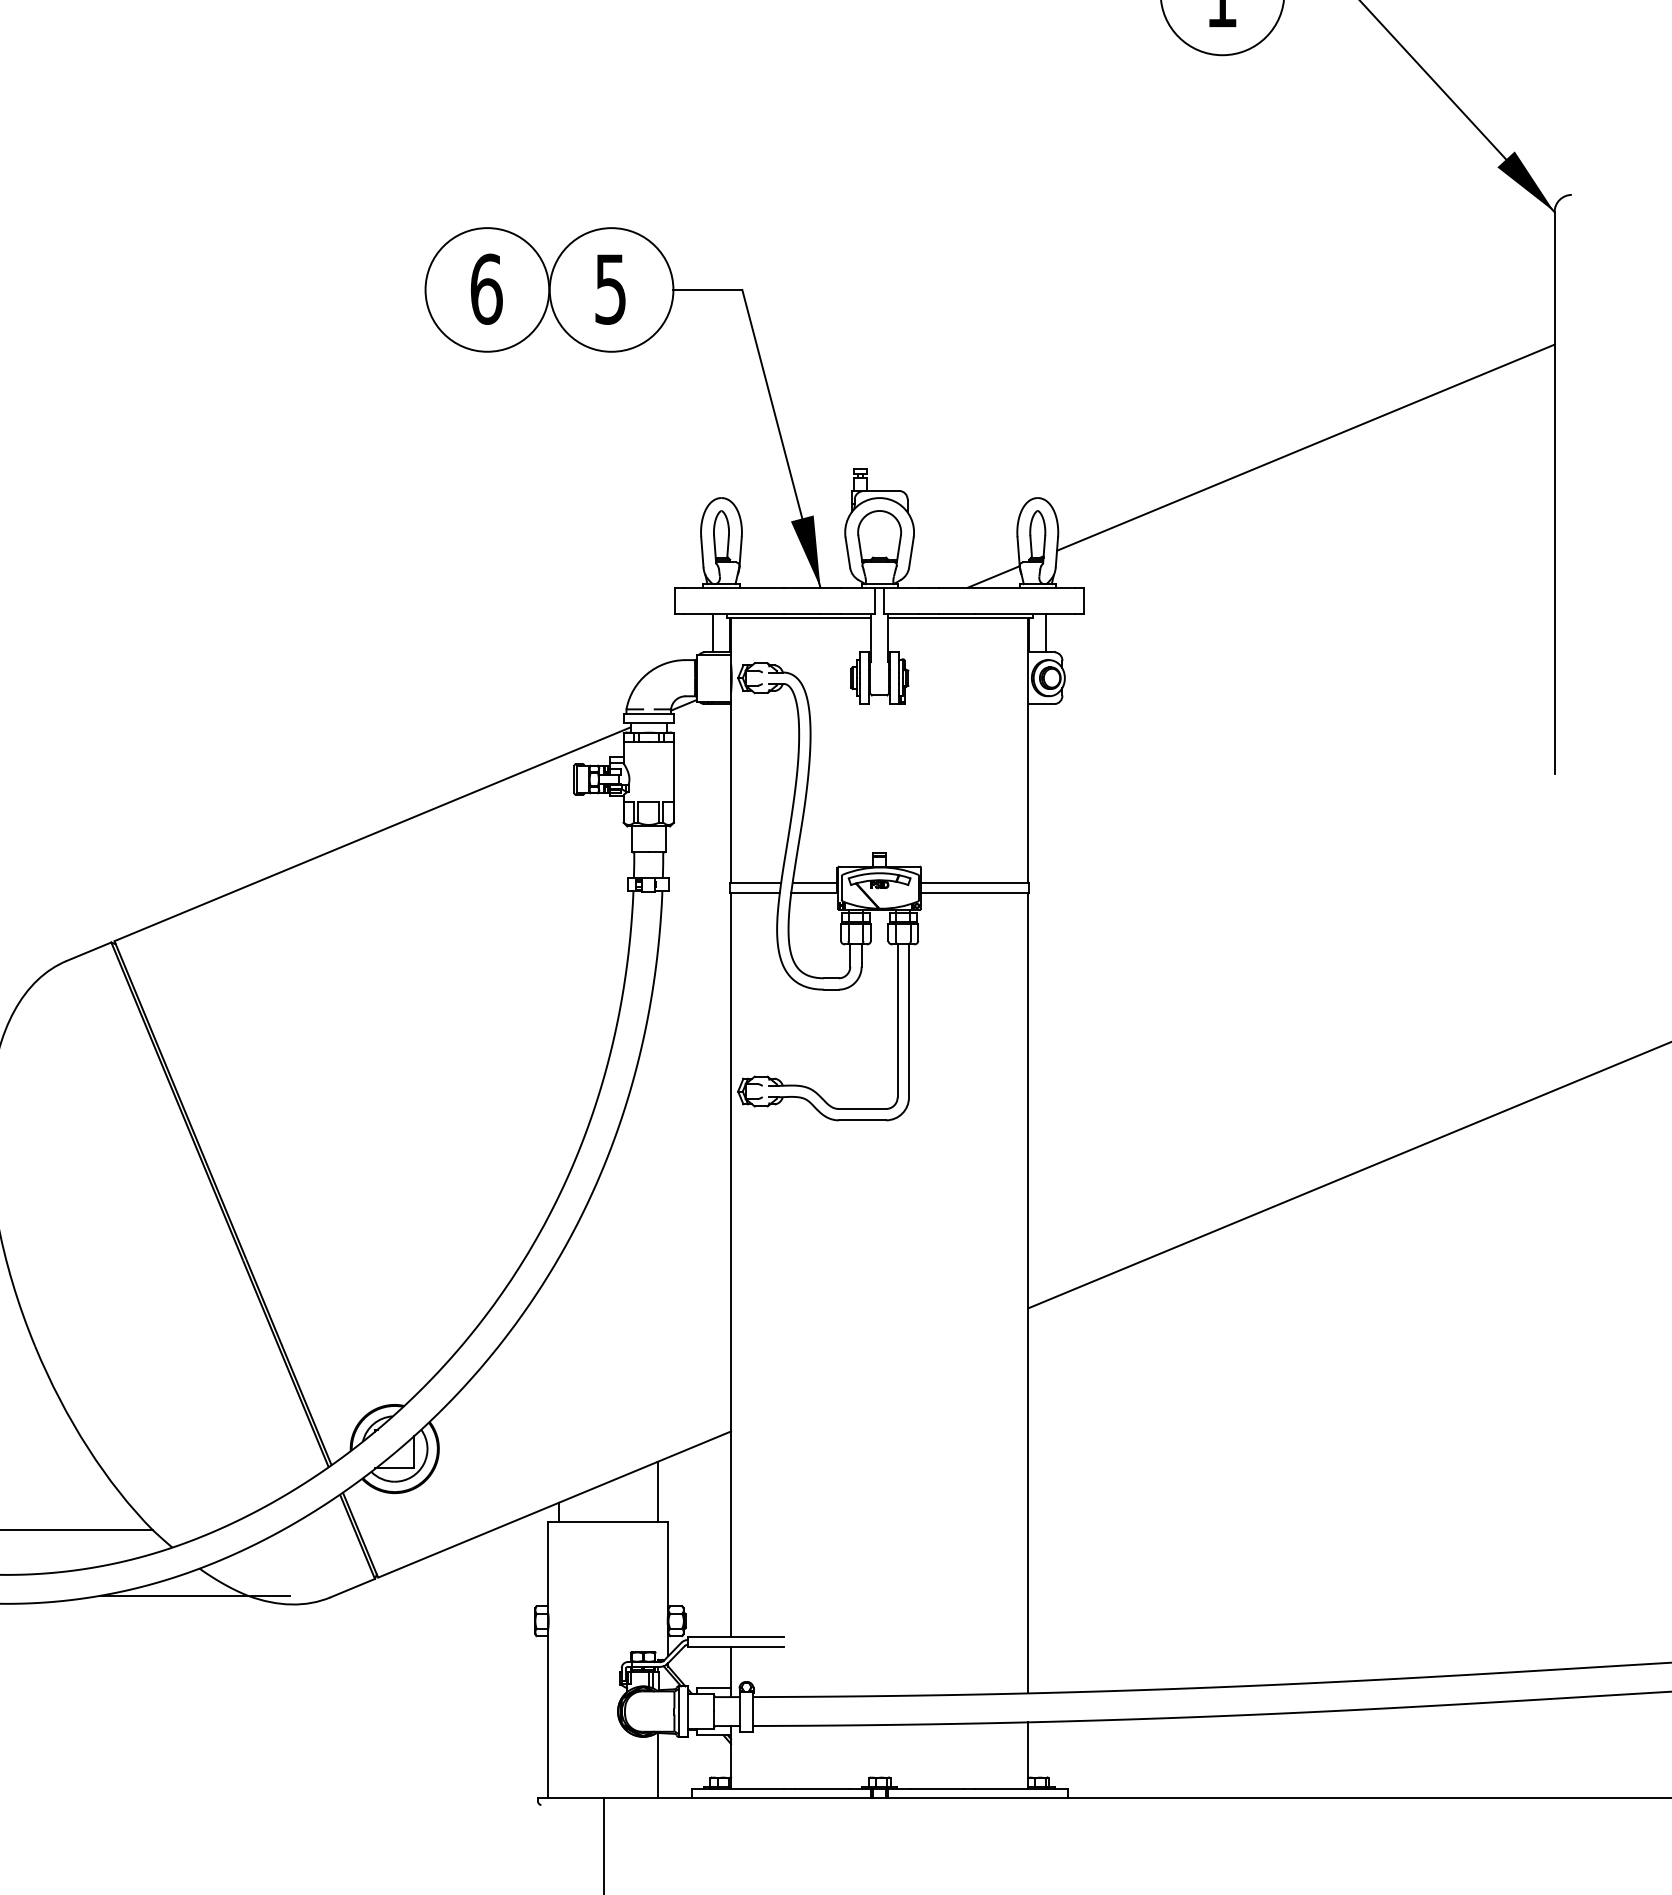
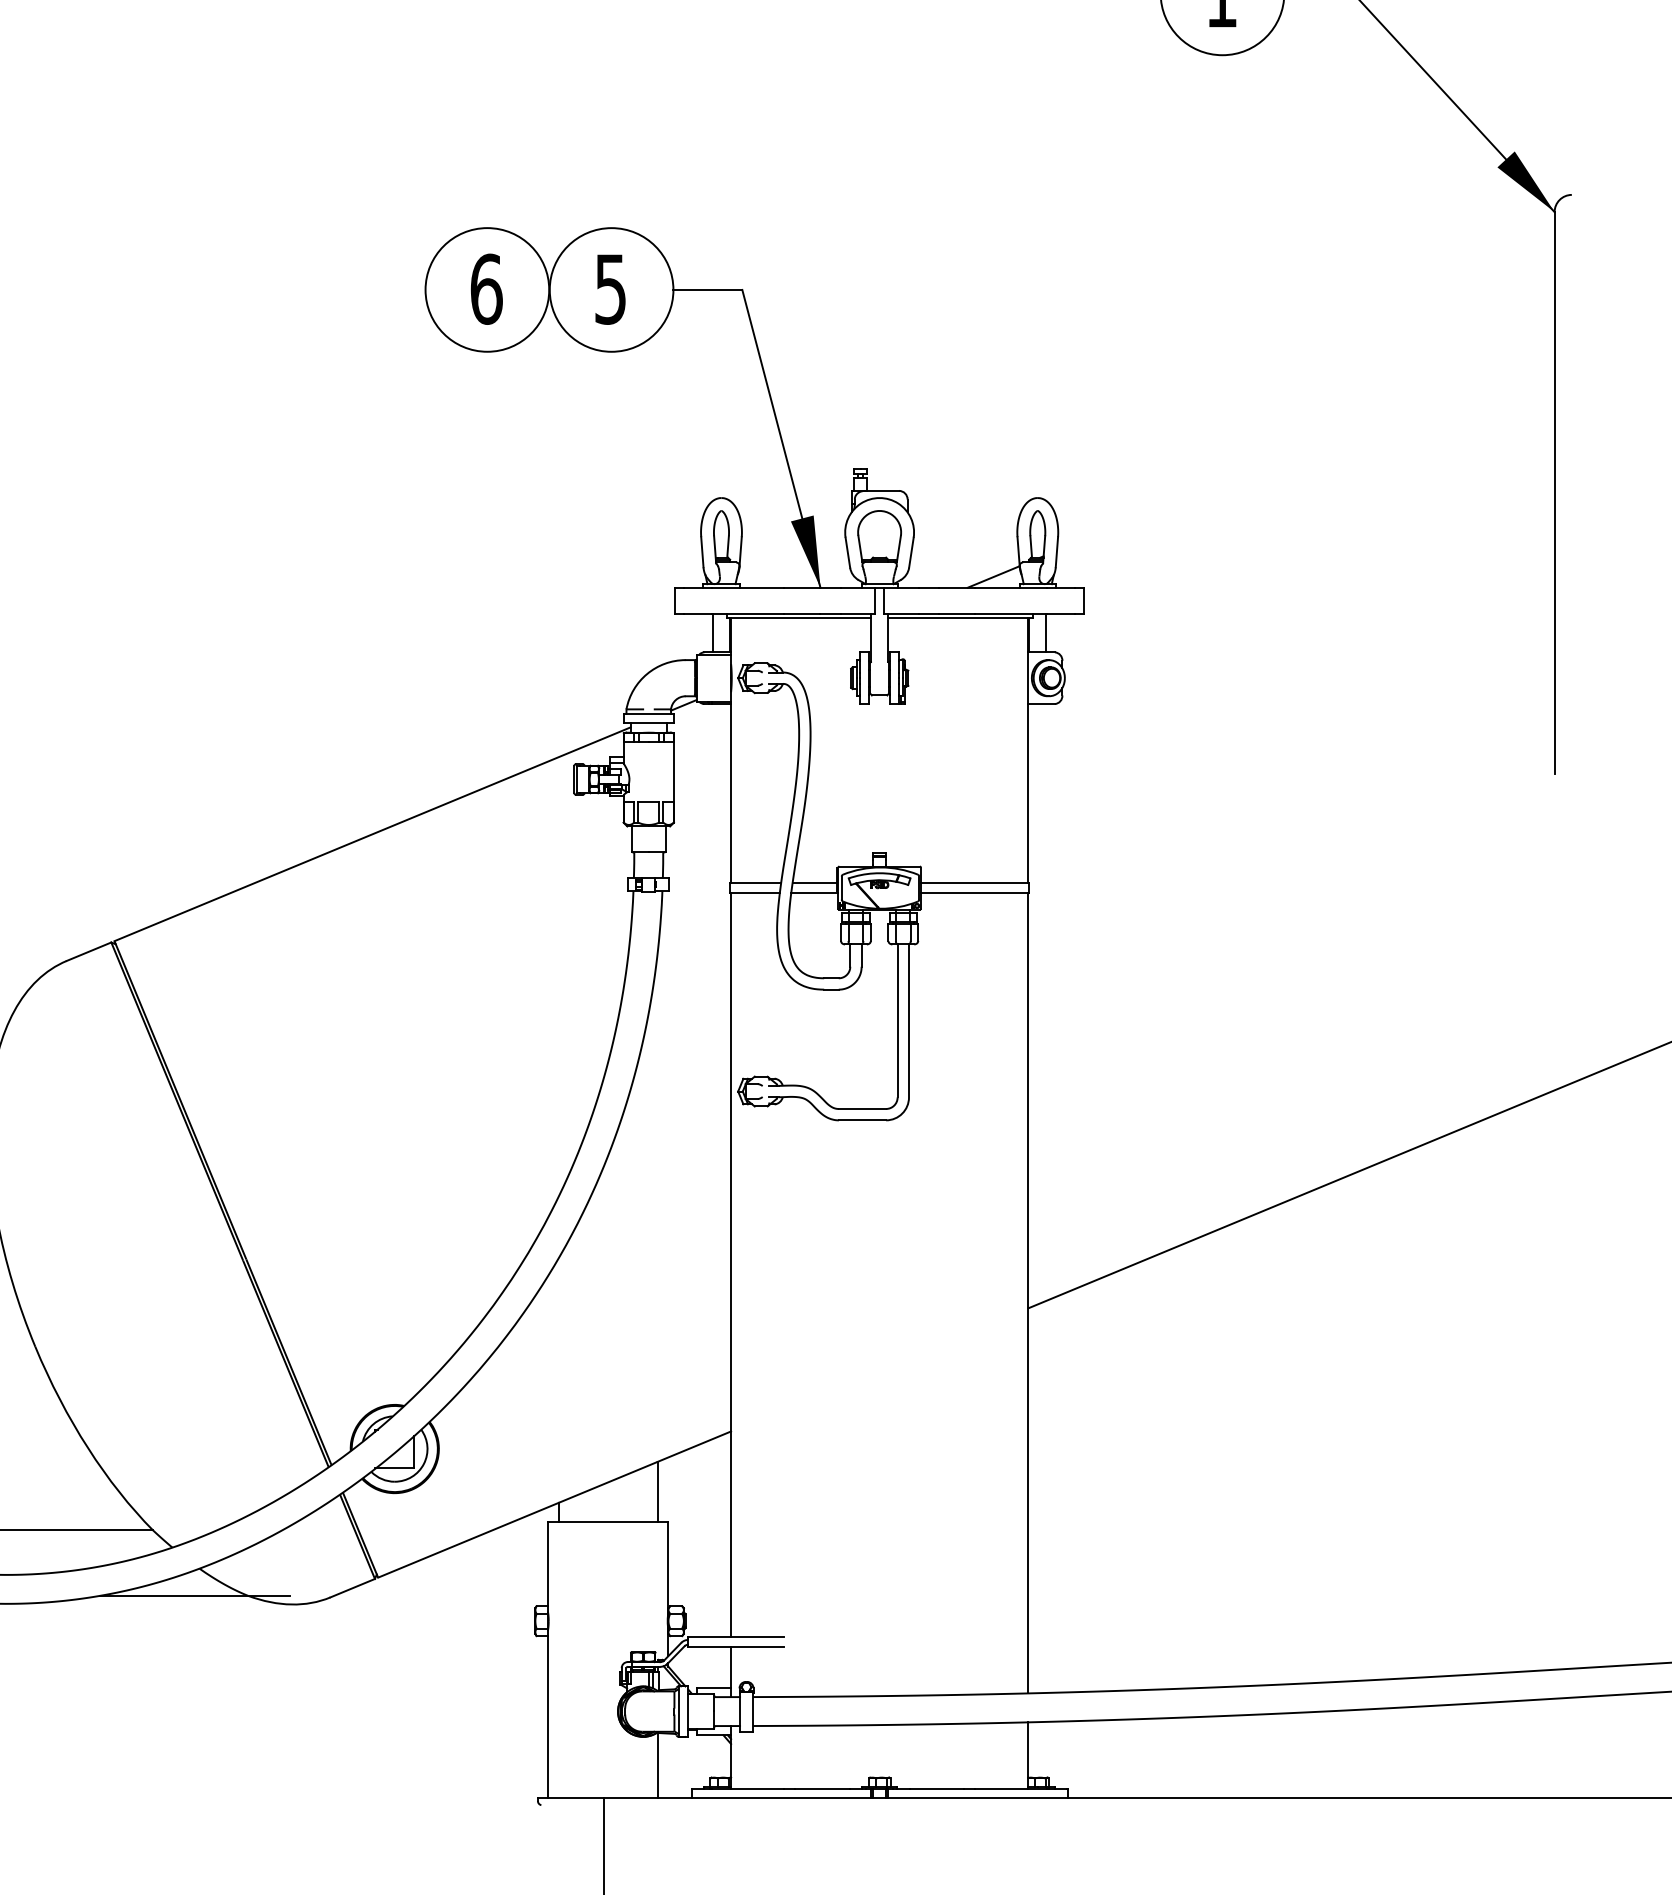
line at (1305, 447): present -> none
